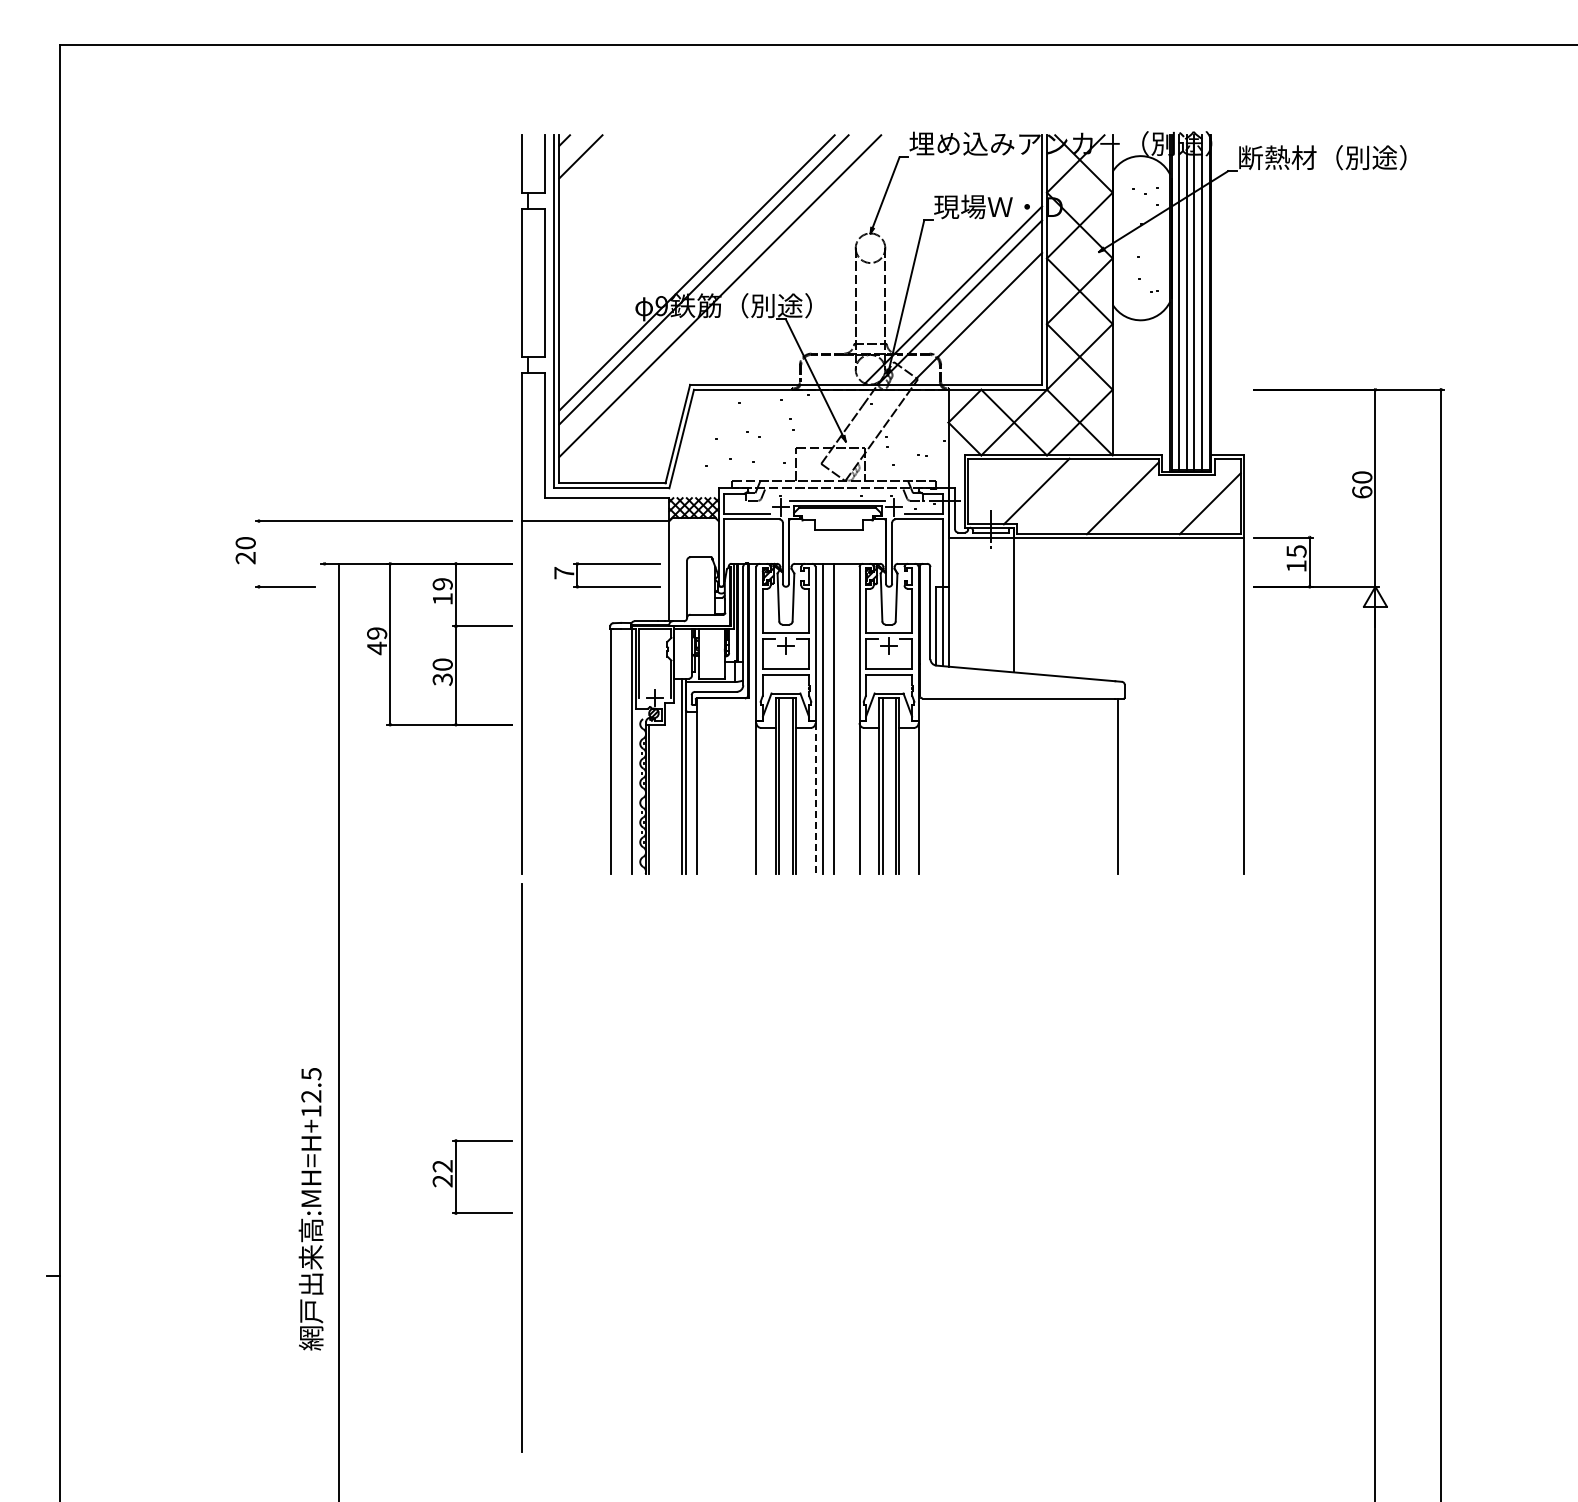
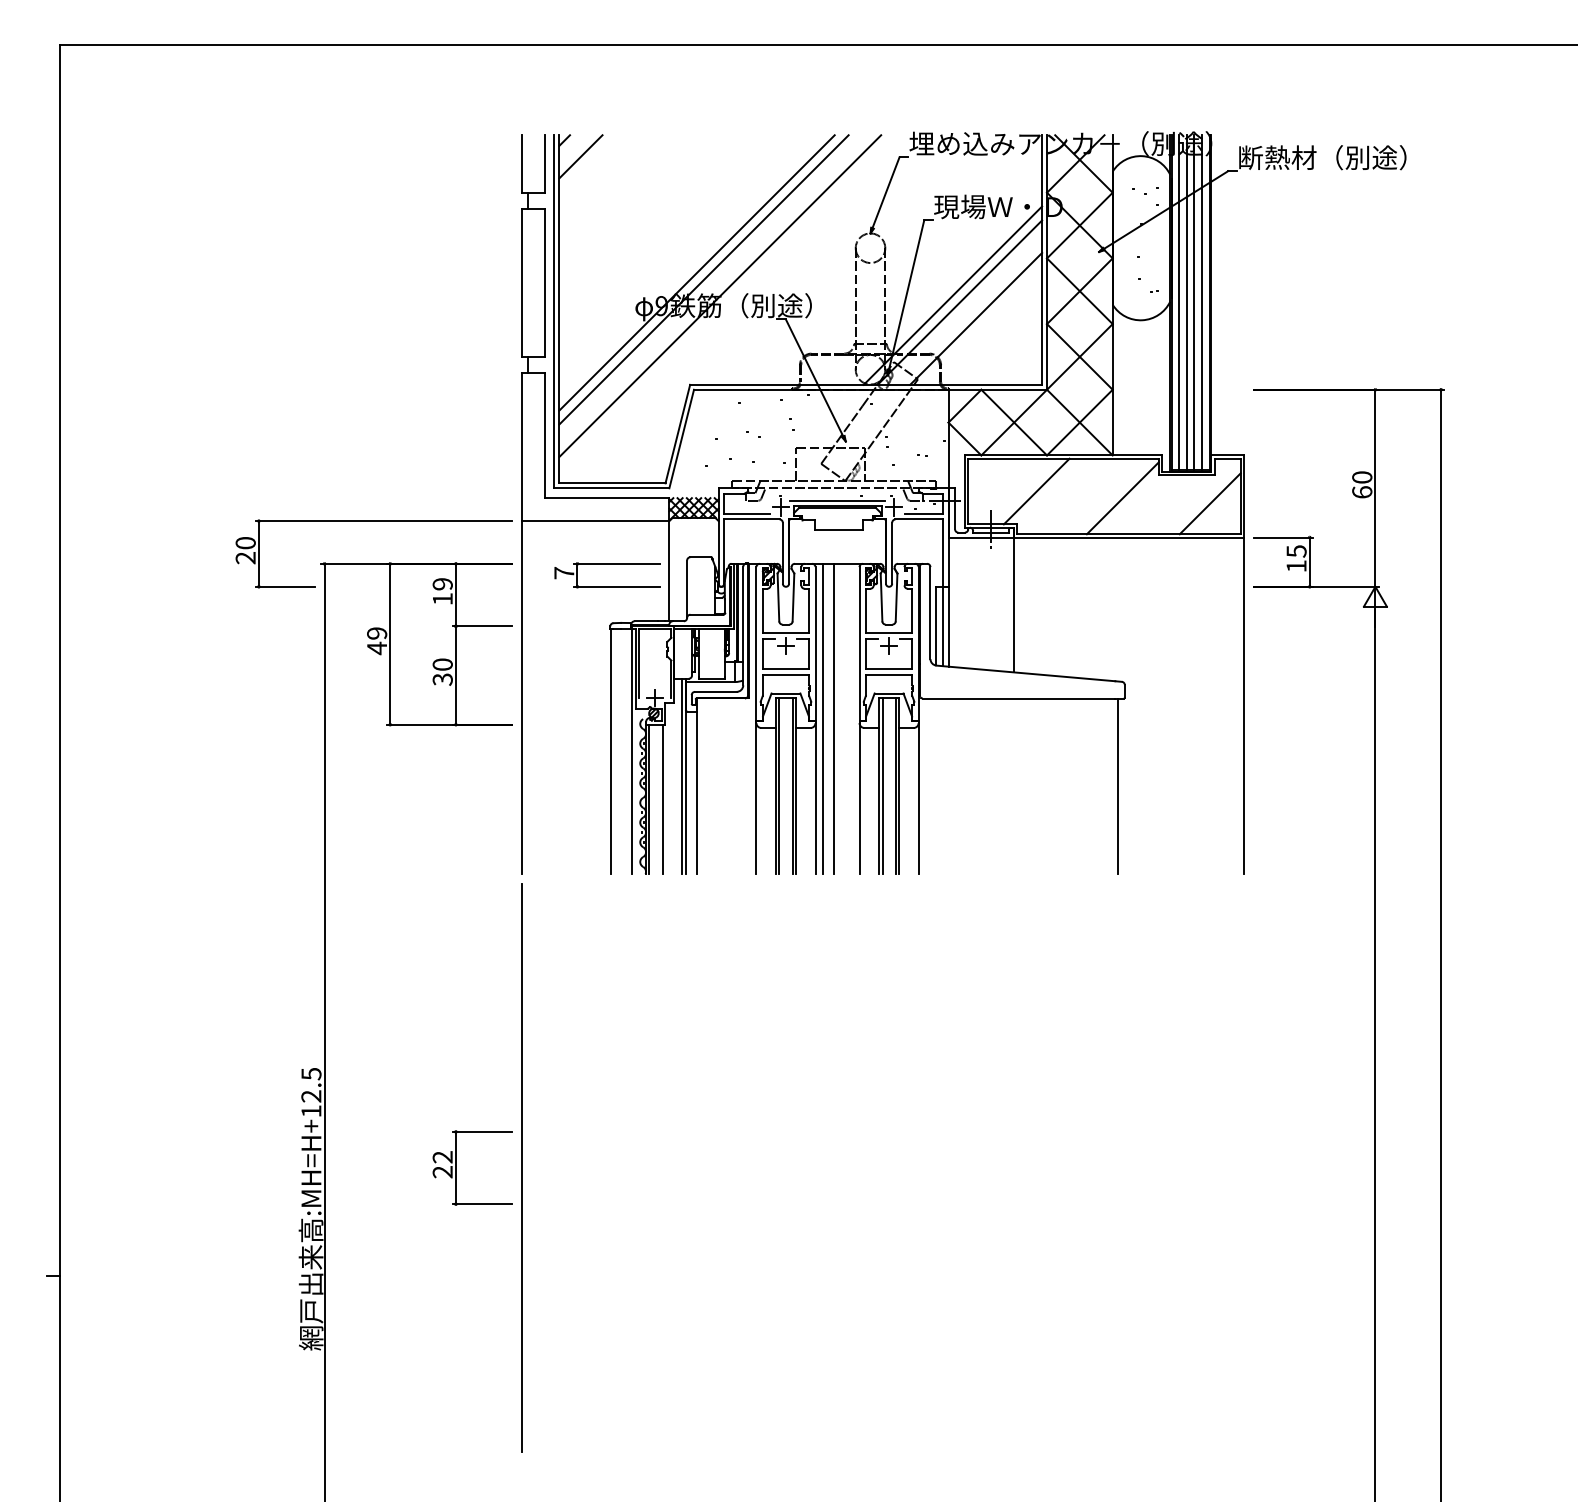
line at (258, 553): none -> present
line at (662, 799): none -> present
line at (815, 799): dashed -> solid
line at (338, 1030) position: (338, 1030) -> (324, 1030)
part at (456, 1176) position: (456, 1176) -> (456, 1167)
